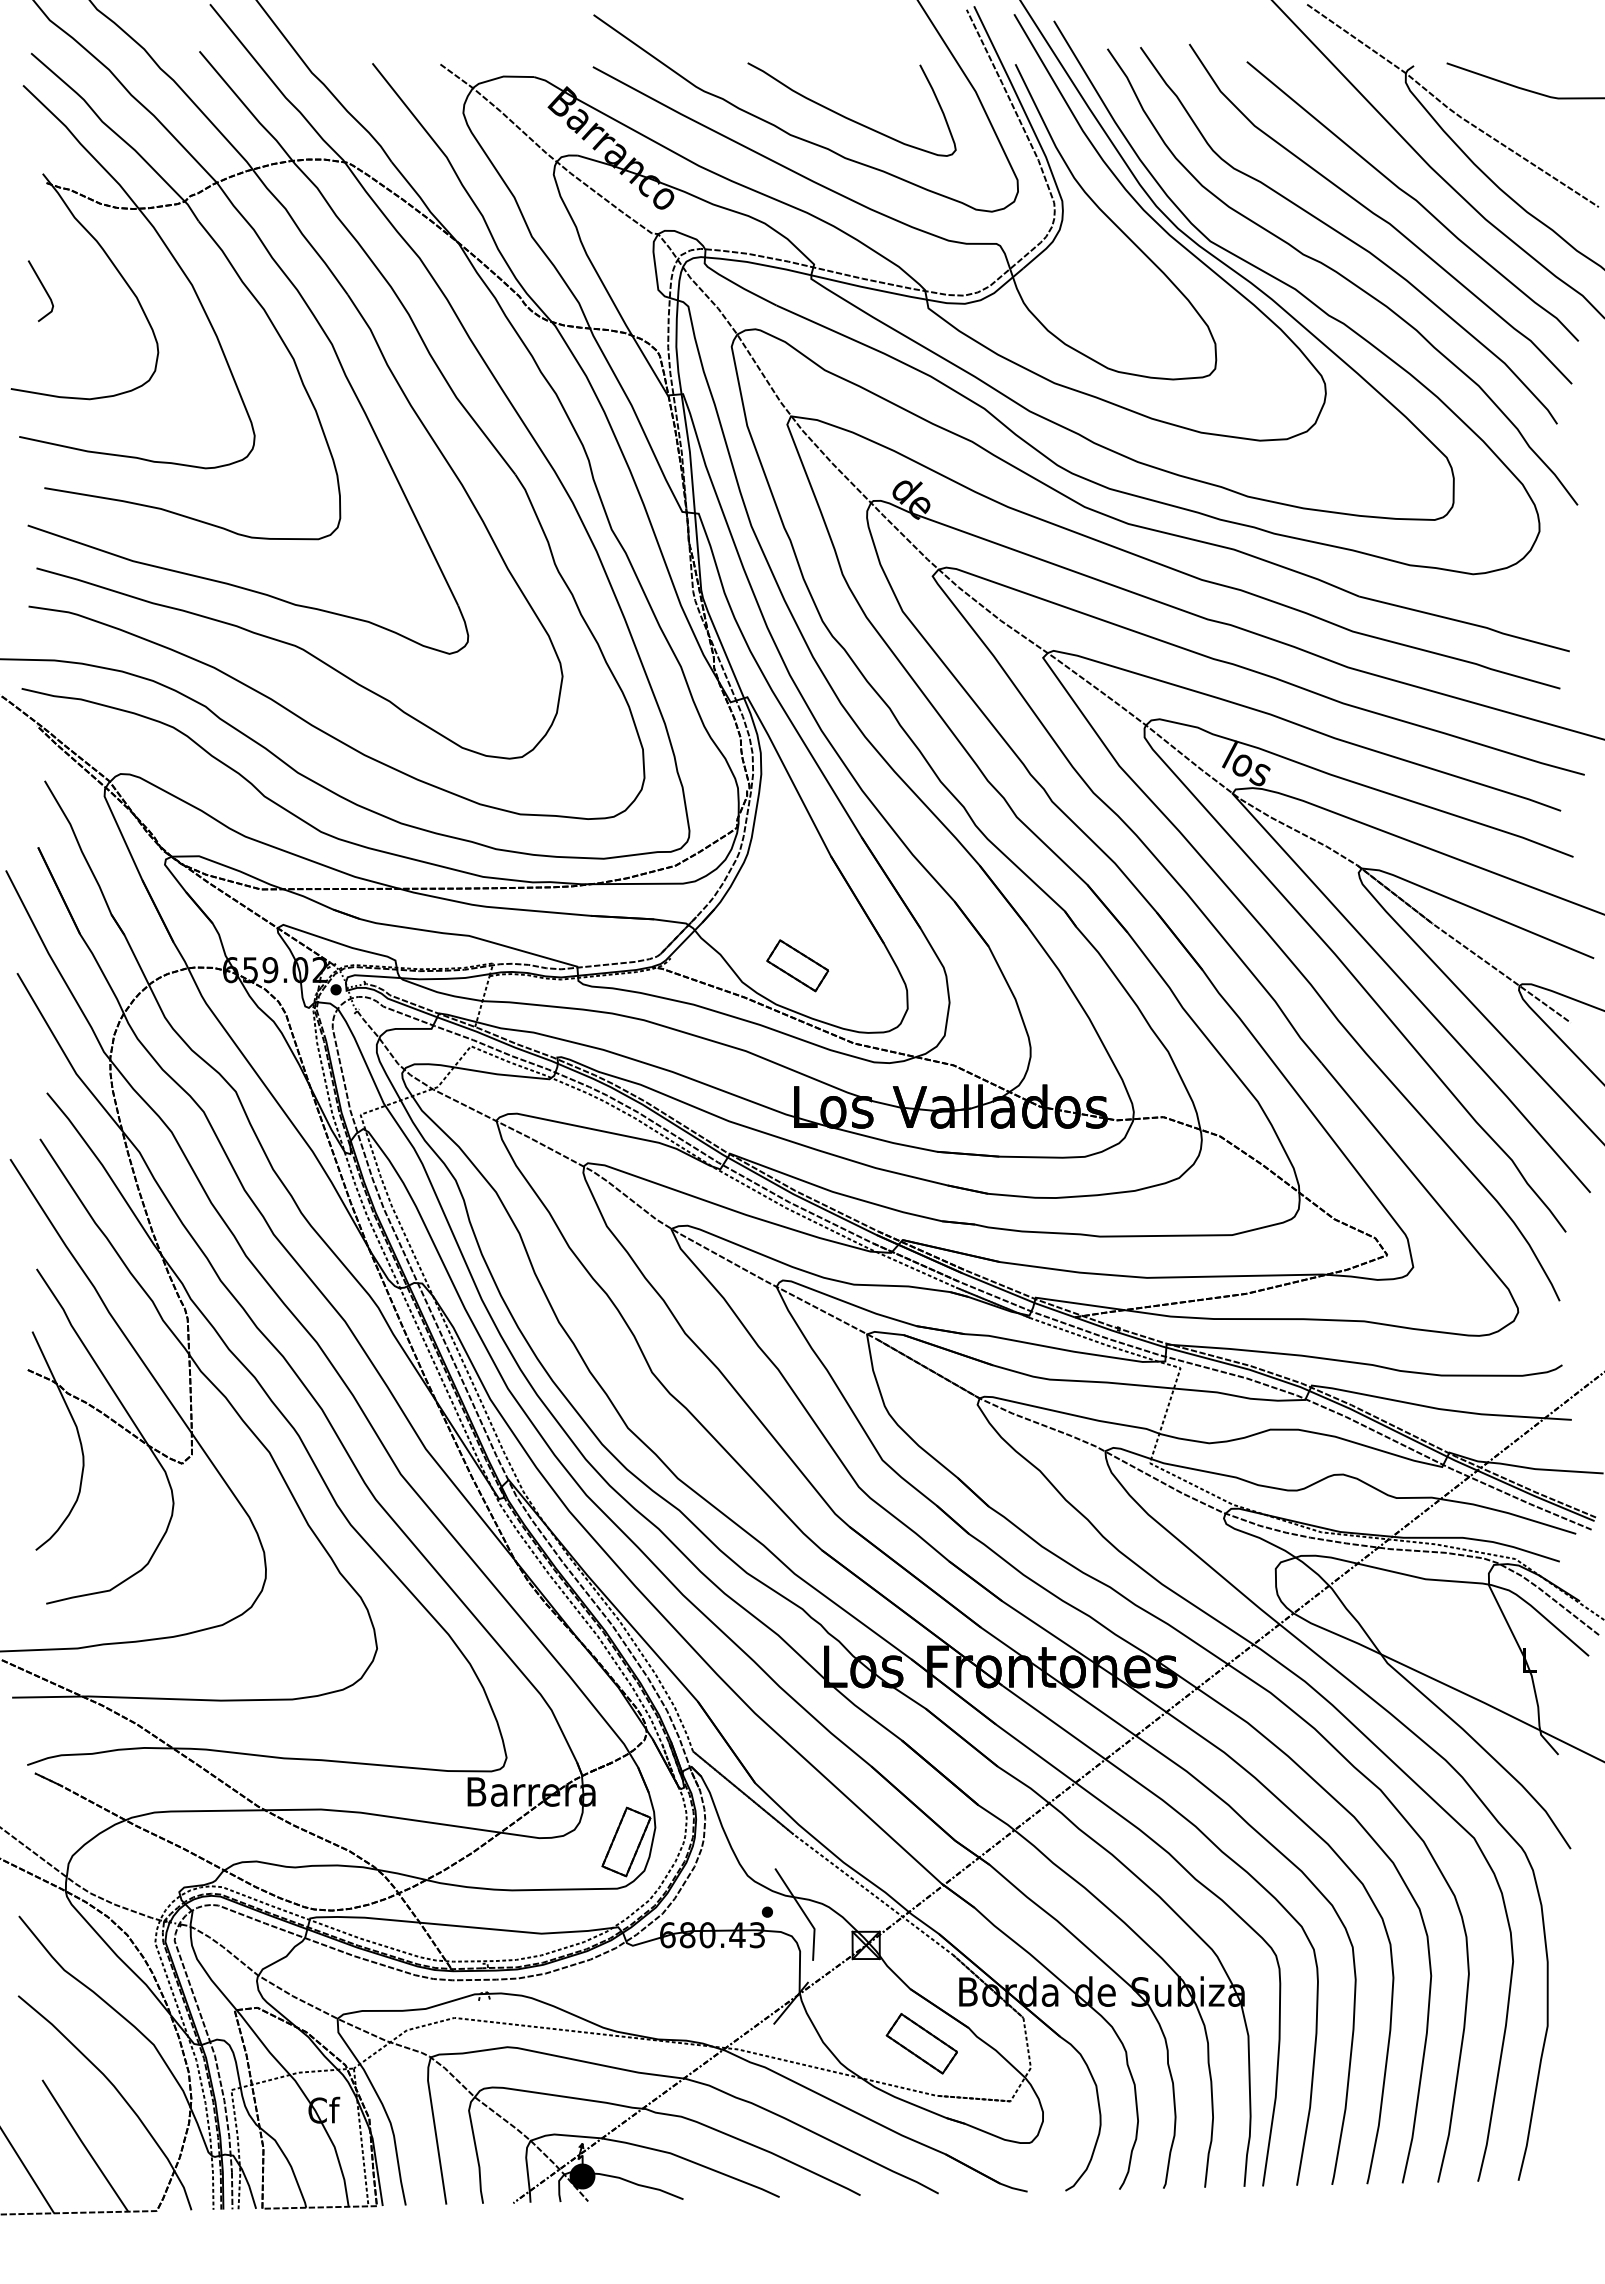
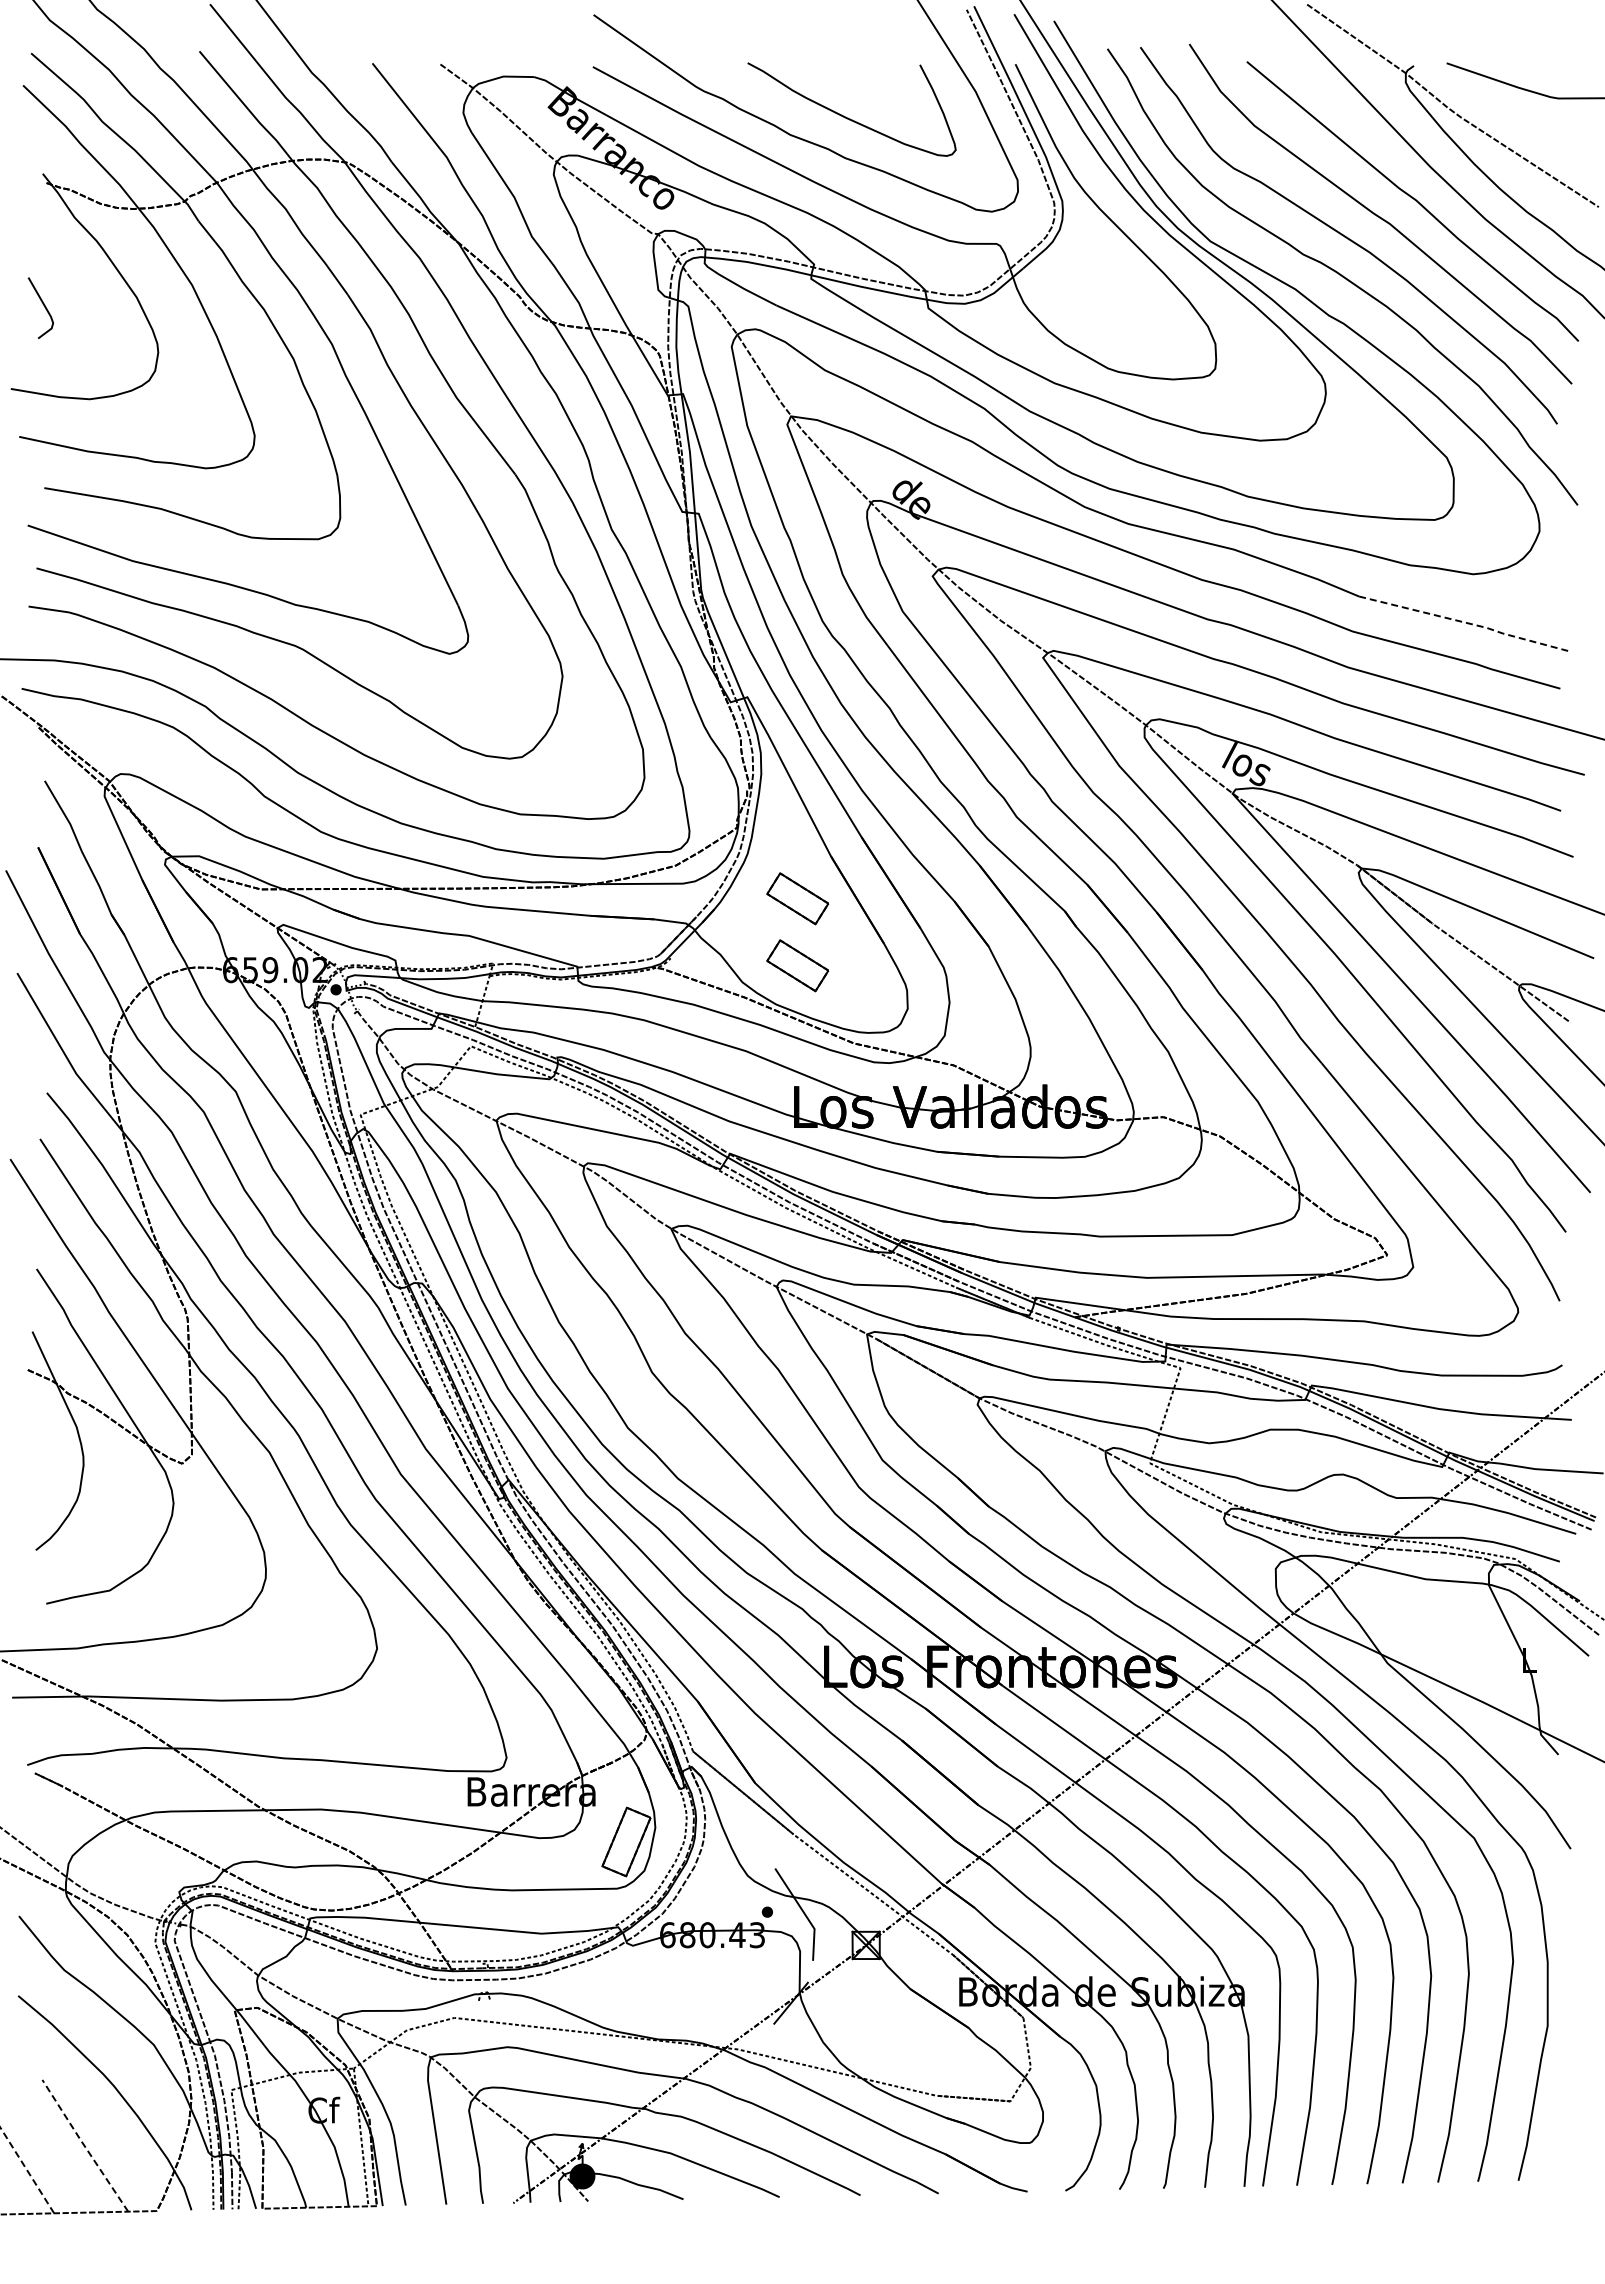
line at (42, 287) position: (42, 287) -> (42, 304)
line at (1466, 622): solid -> dashed
part at (797, 898): none -> present
part at (921, 2043): present -> none
line at (84, 2145): solid -> dashed
line at (27, 2170): solid -> dashed
